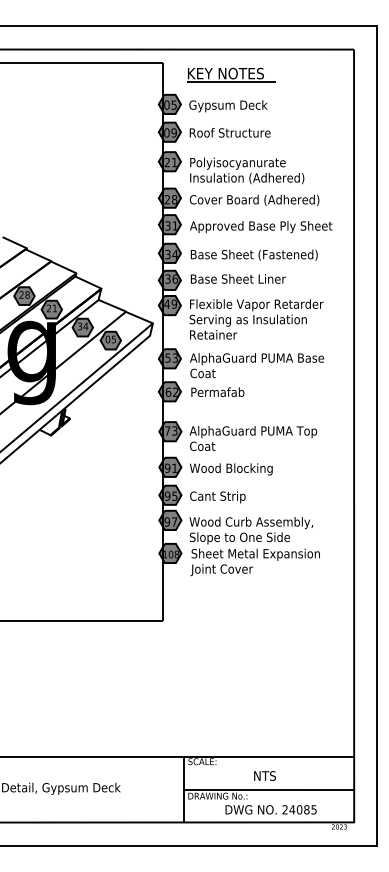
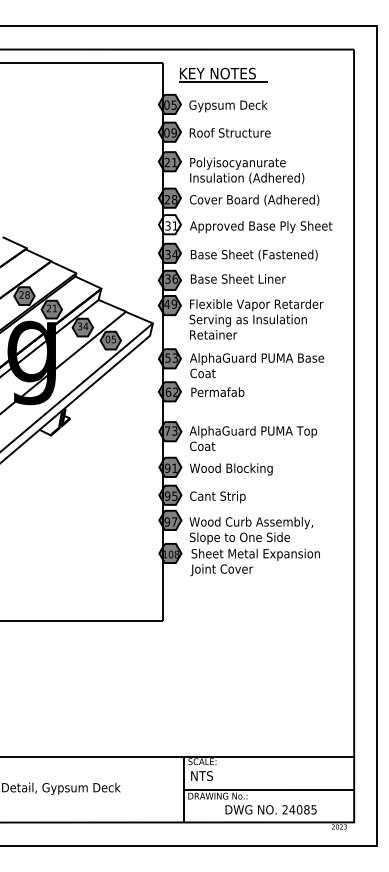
part at (231, 74) position: (231, 74) -> (223, 74)
fill at (169, 224): present -> none
text at (264, 775) position: (264, 775) -> (201, 775)
